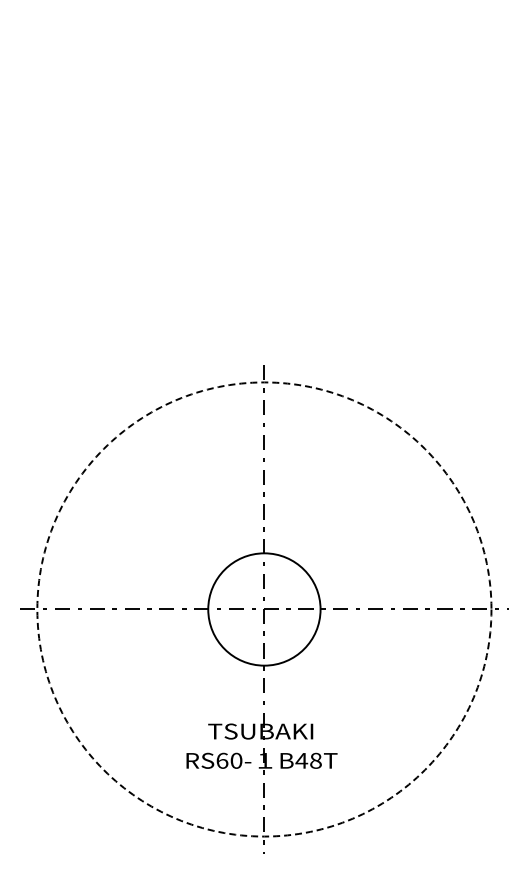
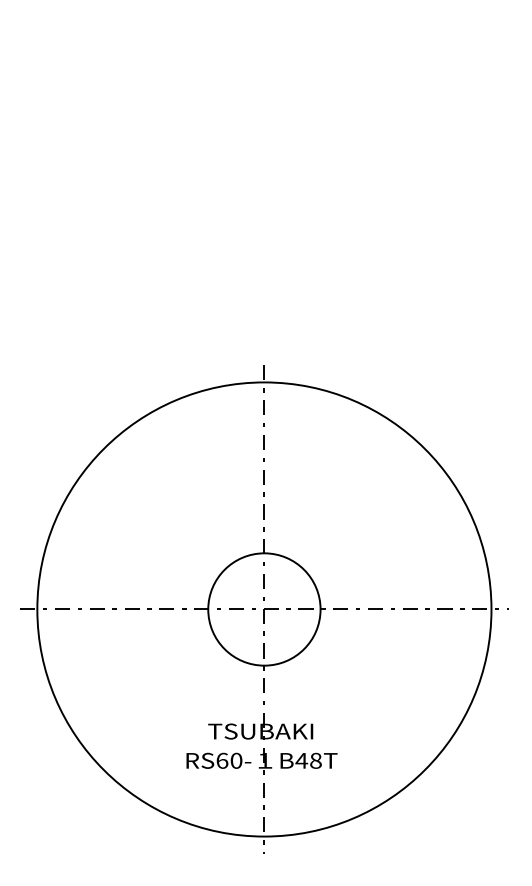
circle at (264, 609): dashed -> solid
